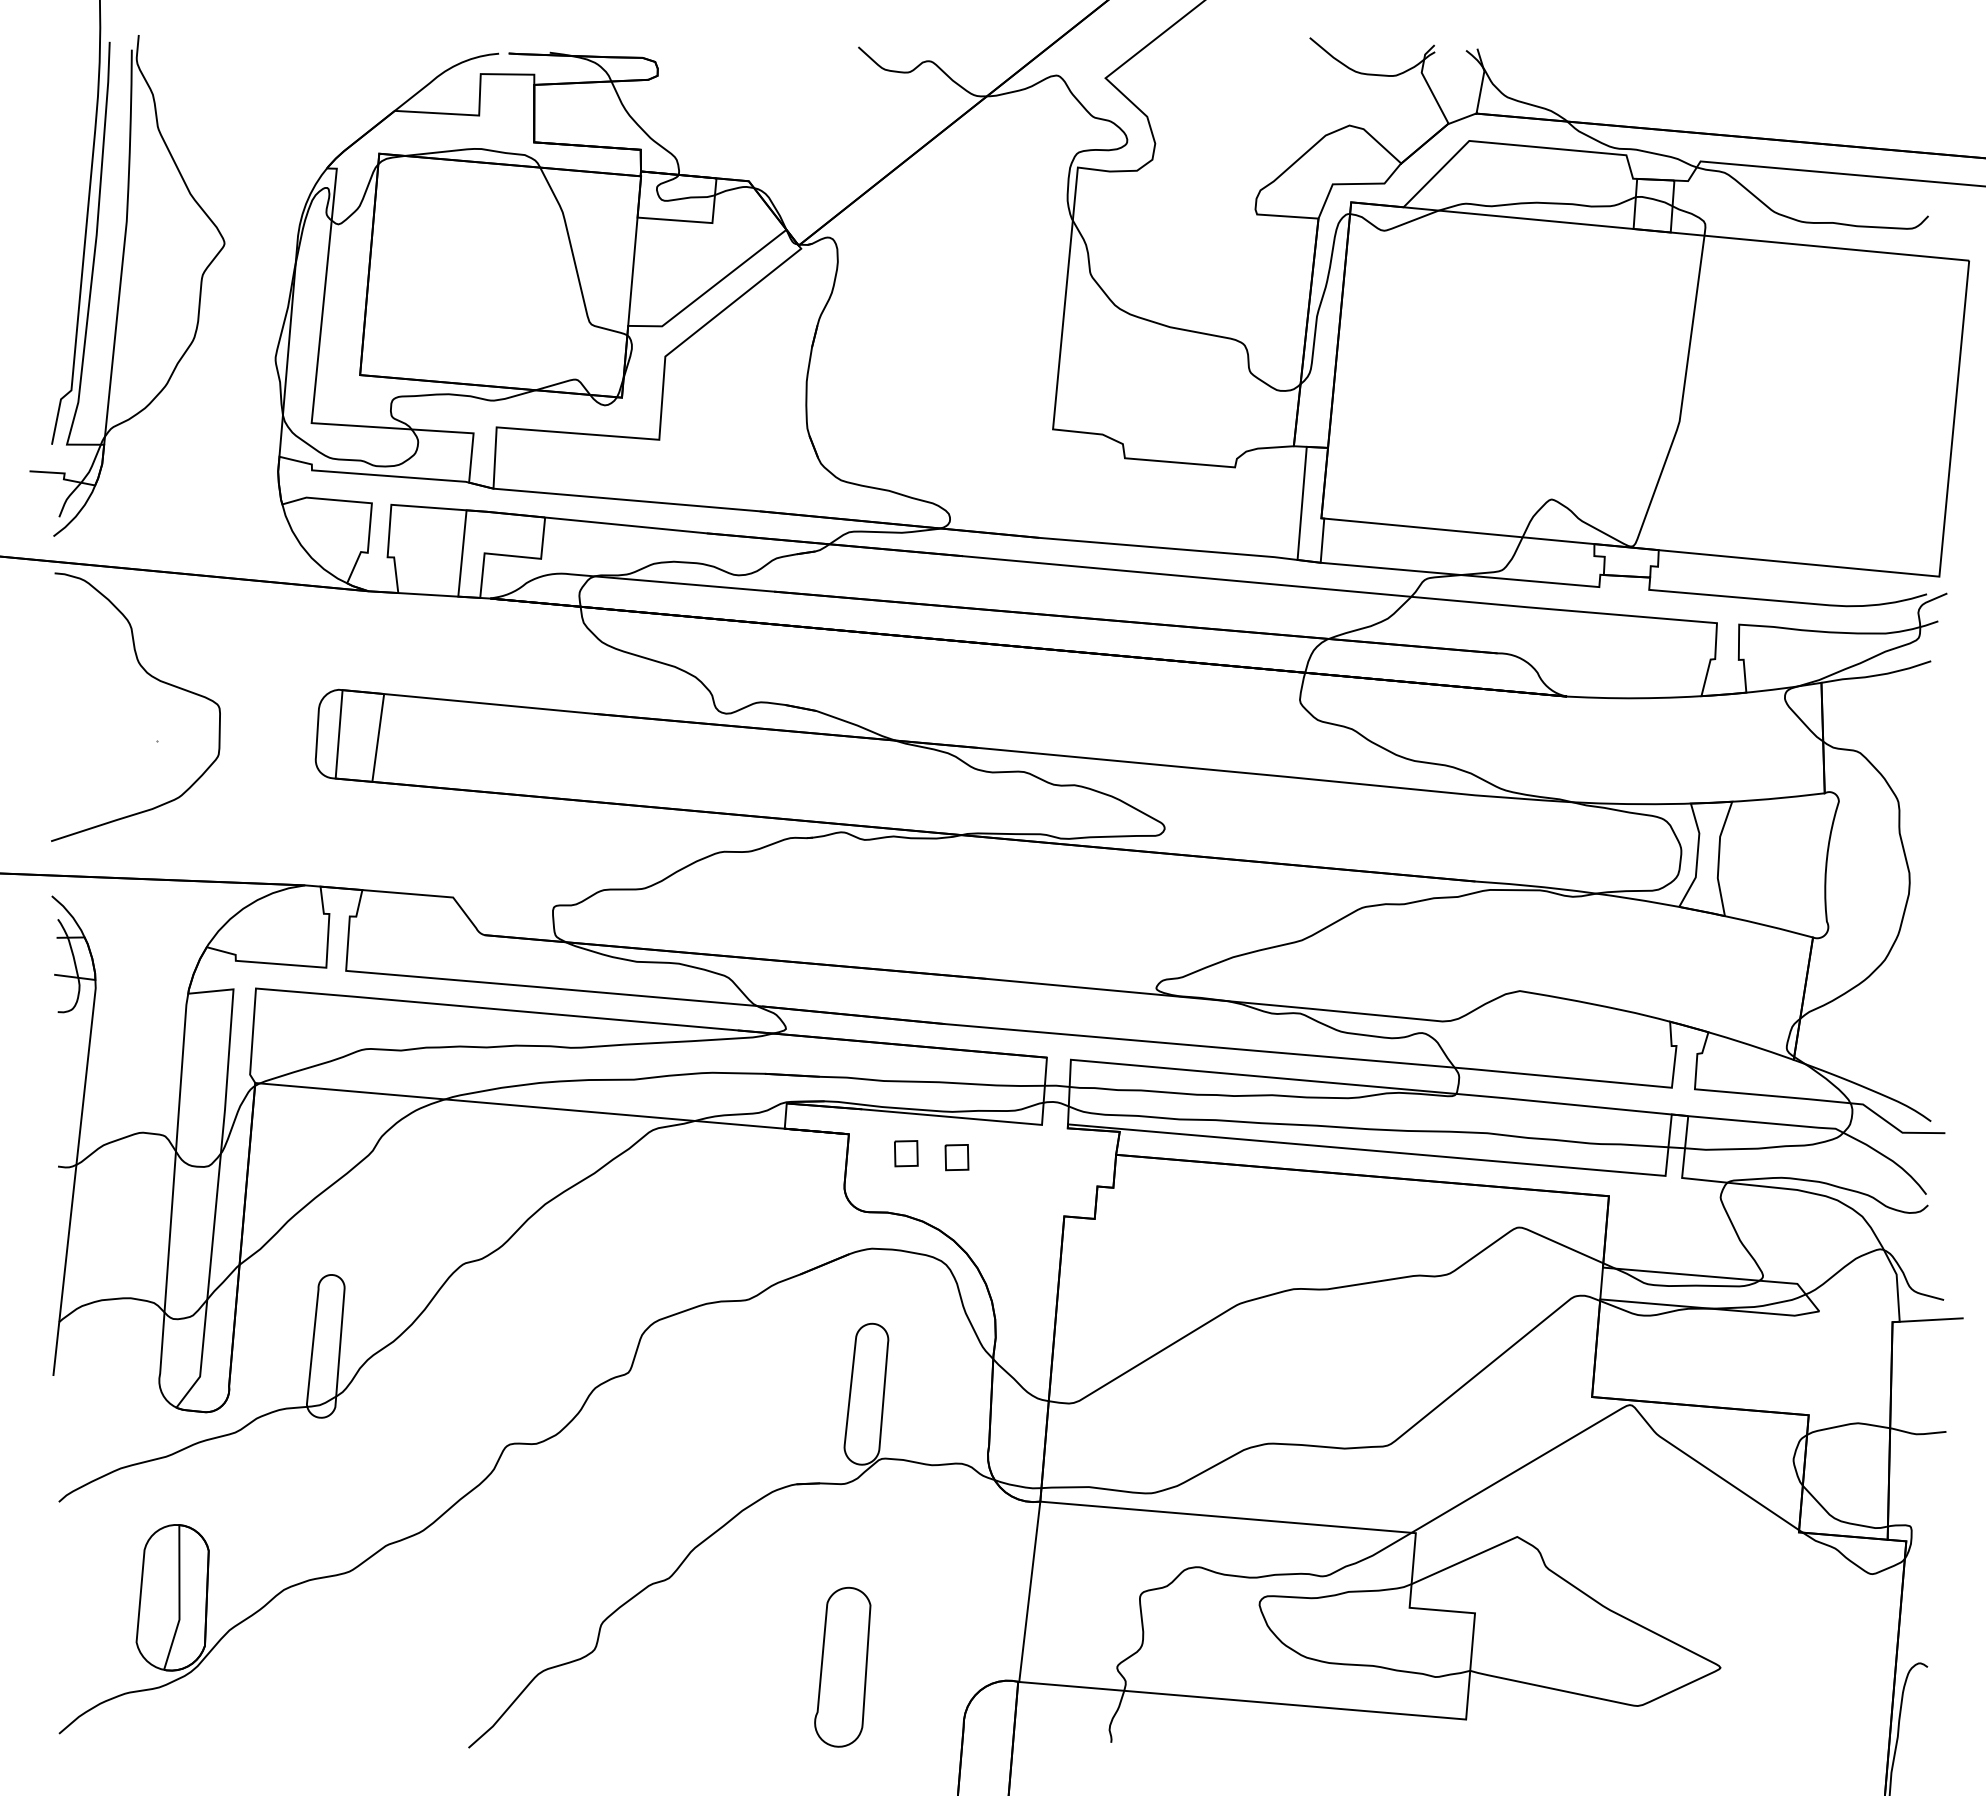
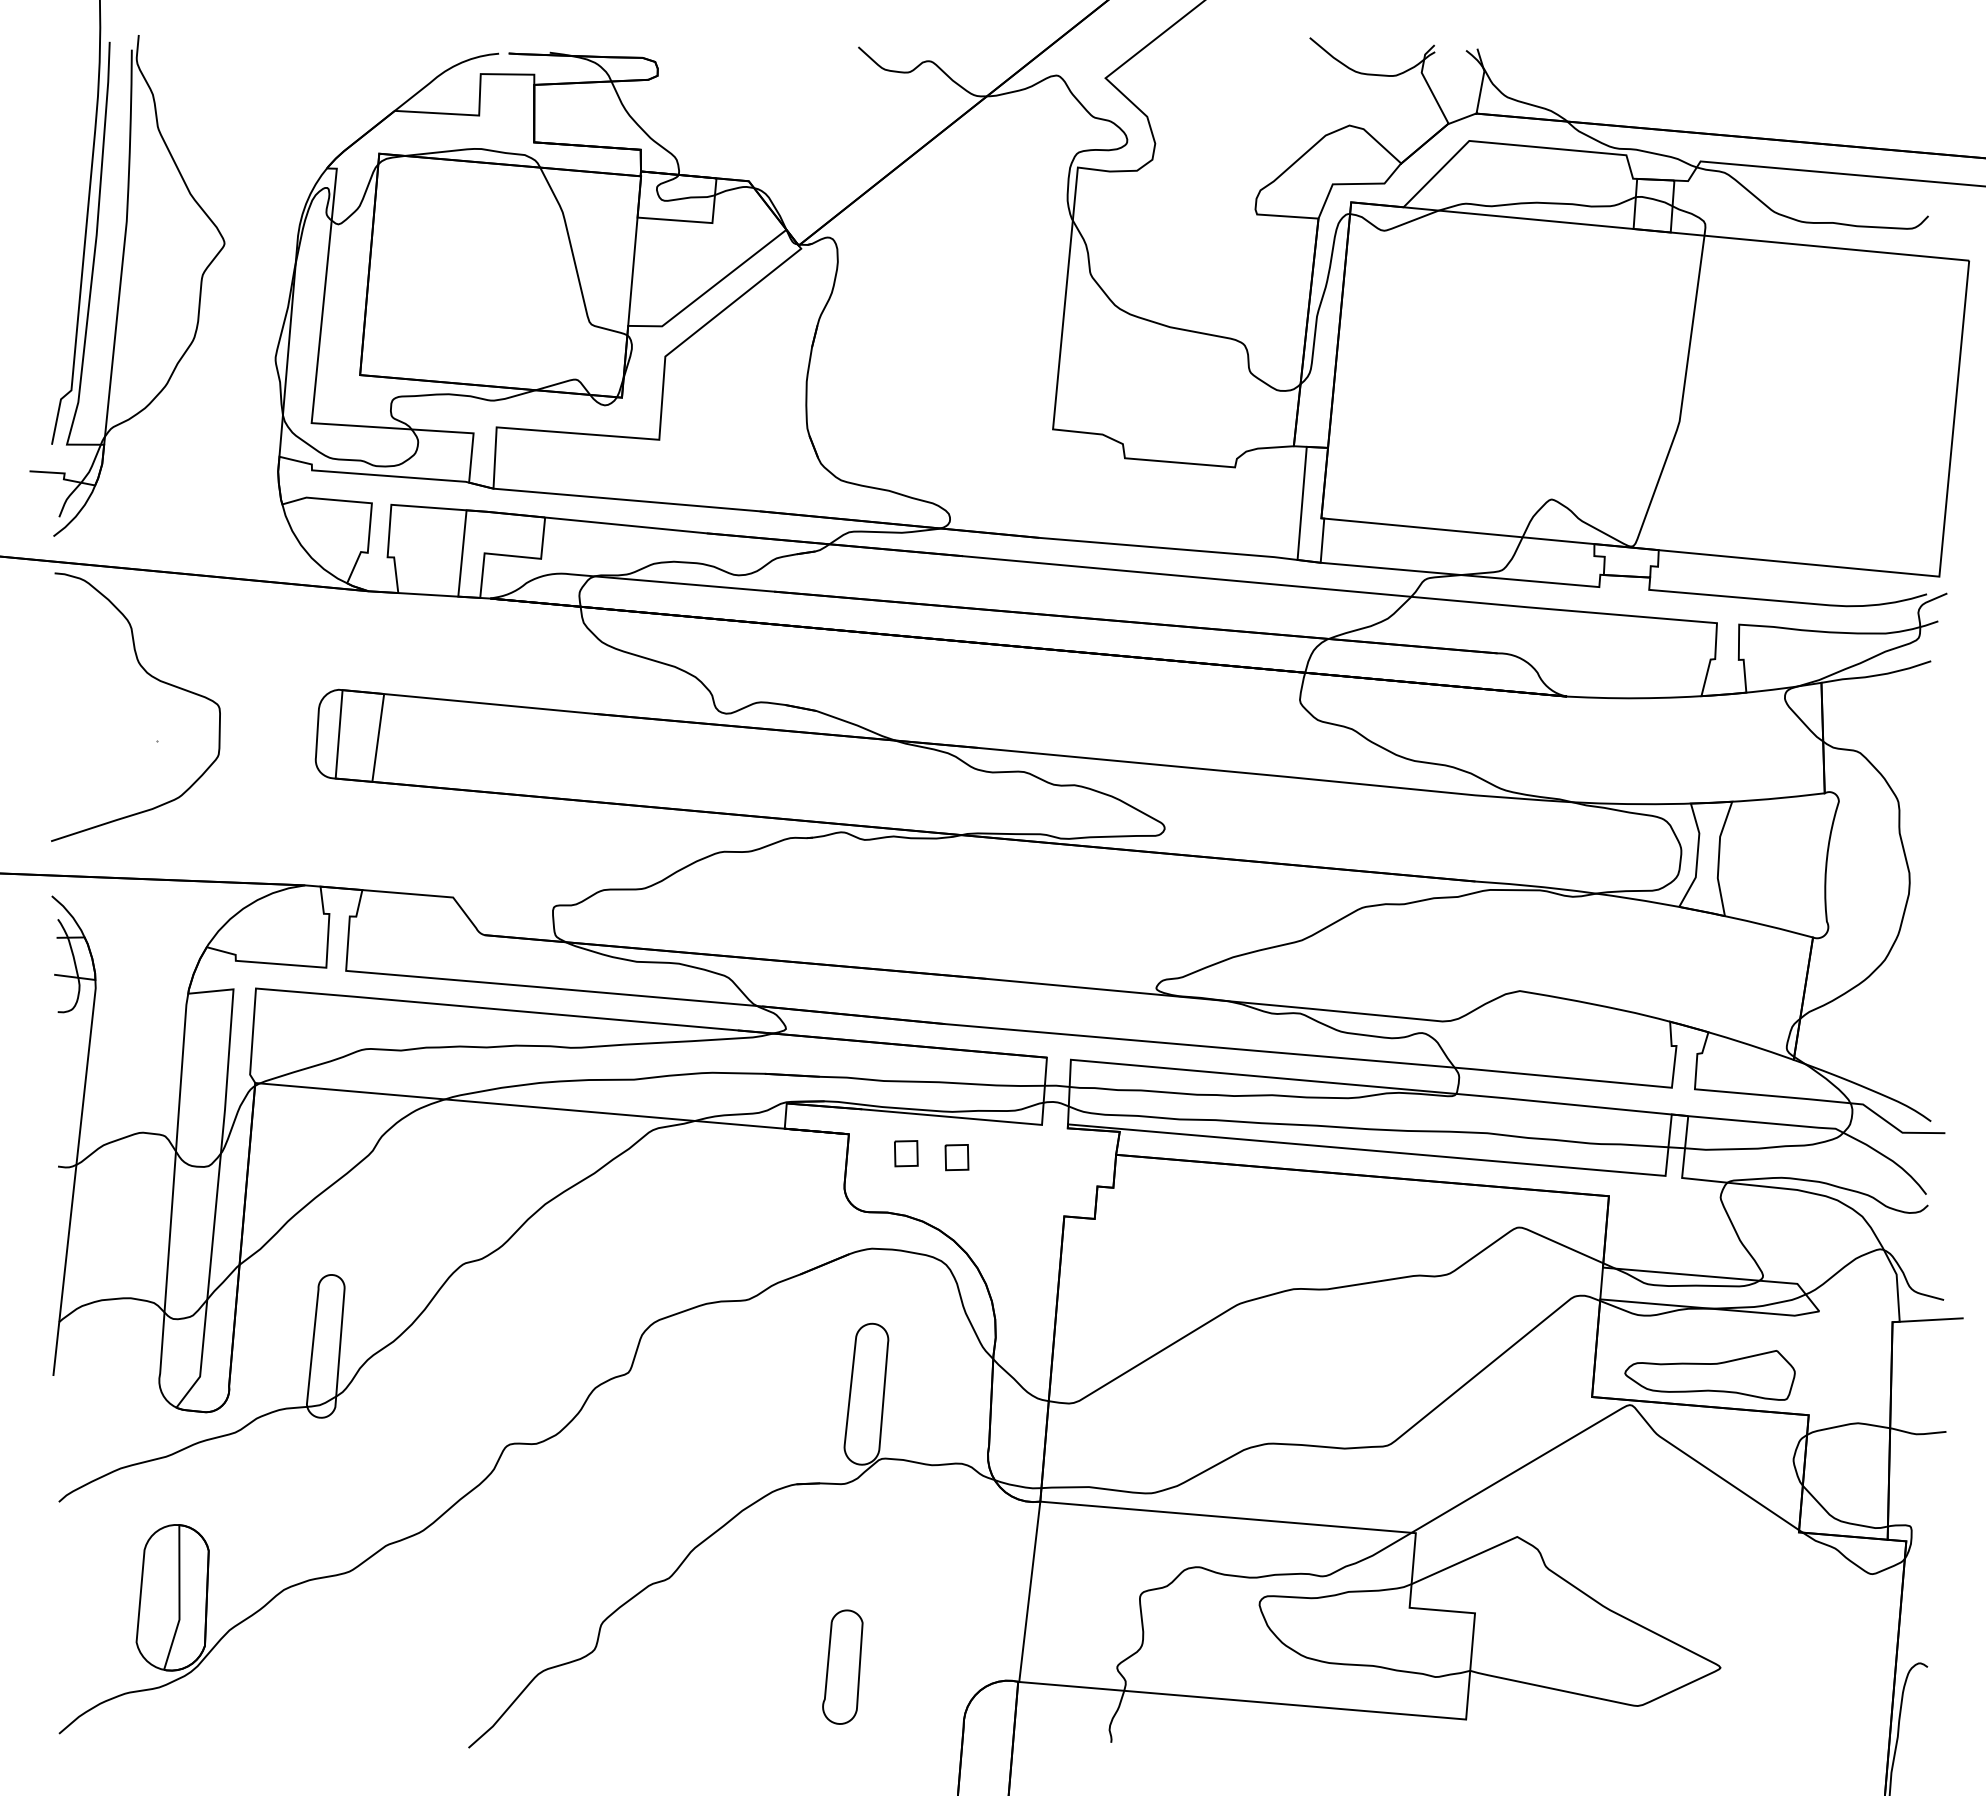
part at (1709, 1375): none -> present
part at (842, 1666) size: 58x162 px -> 42x116 px
